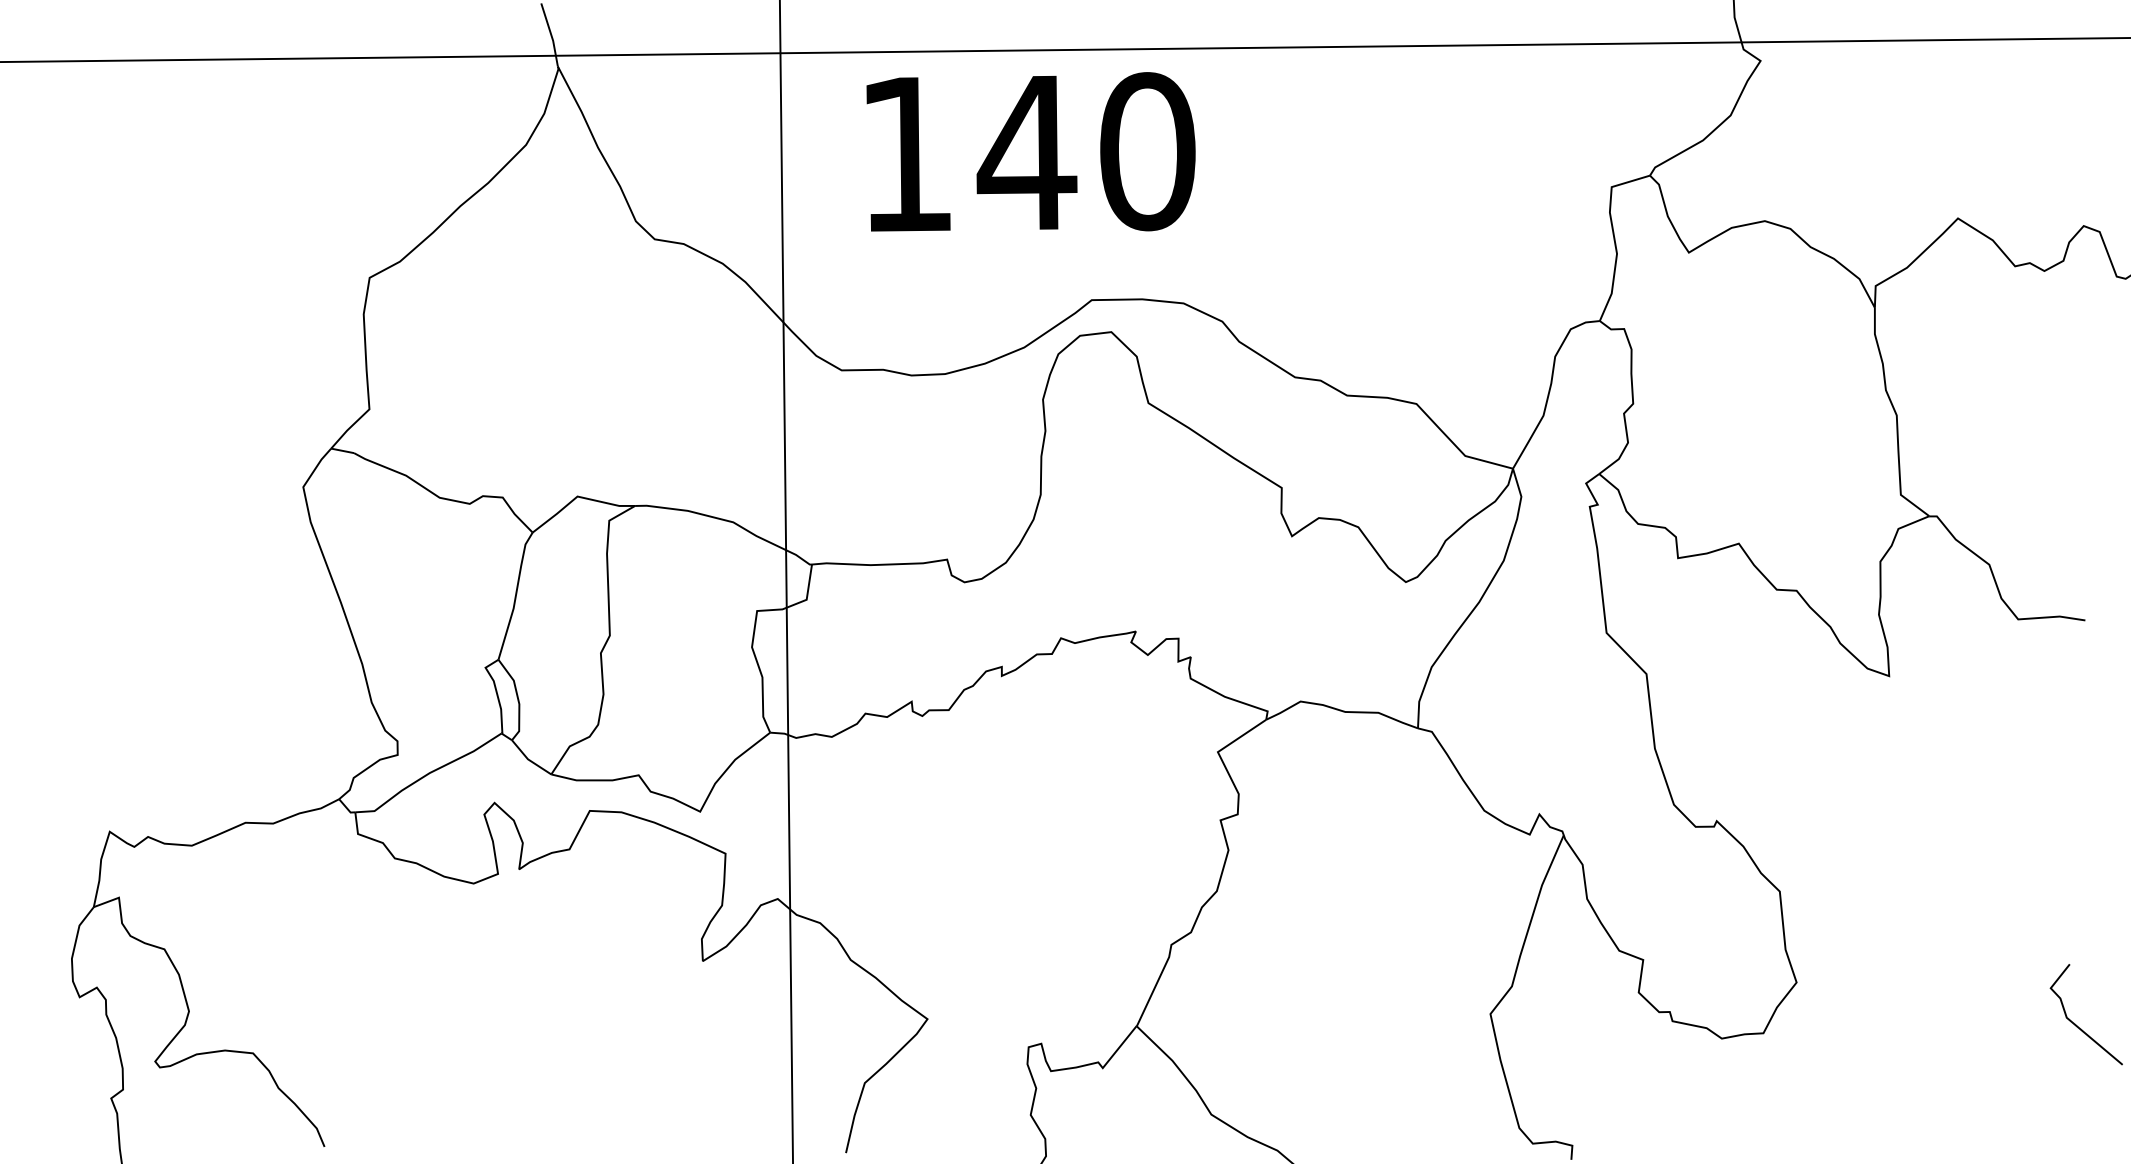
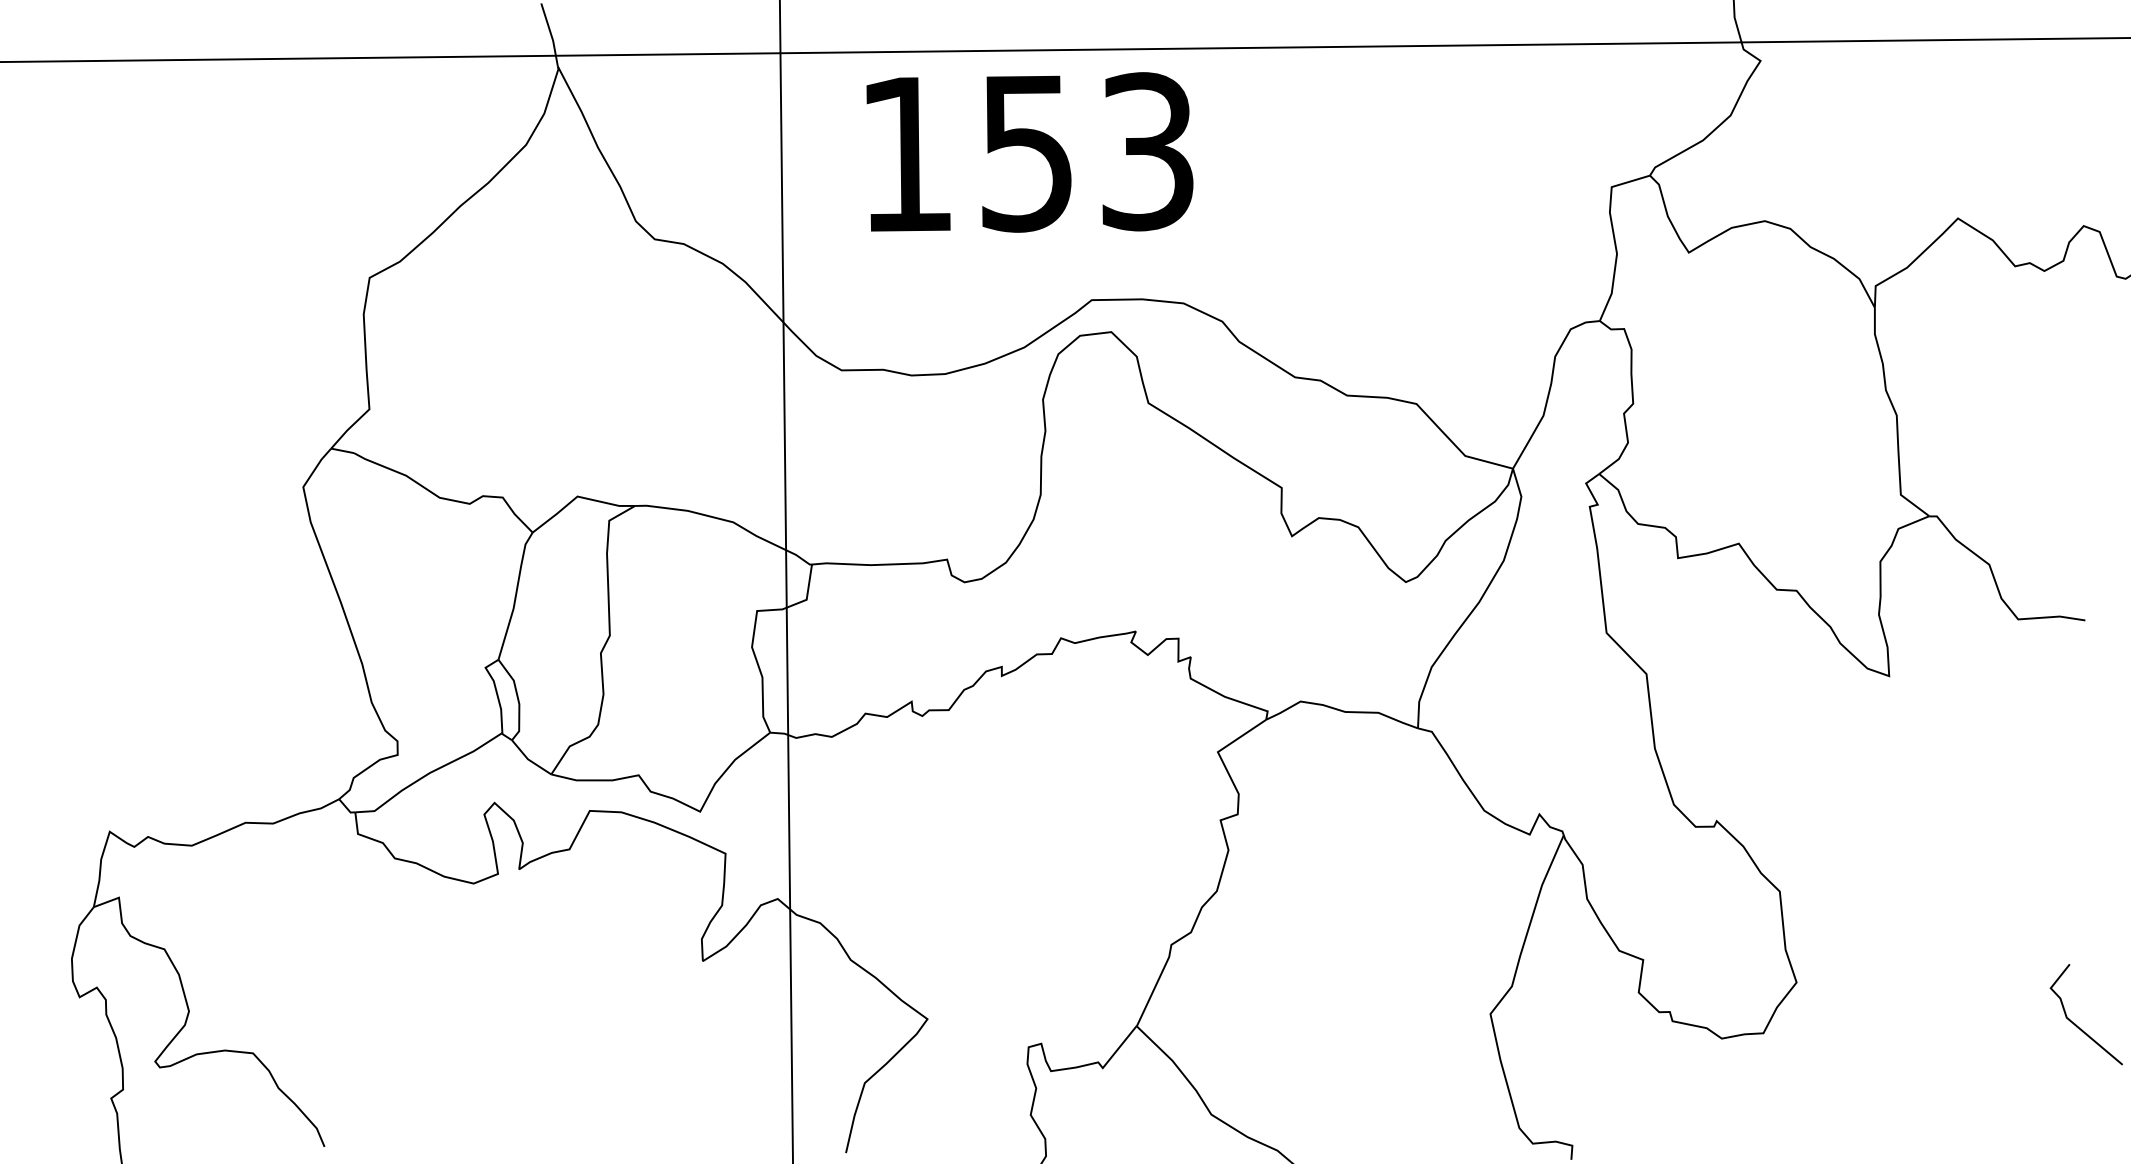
text at (1085, 152): 140 -> 153
